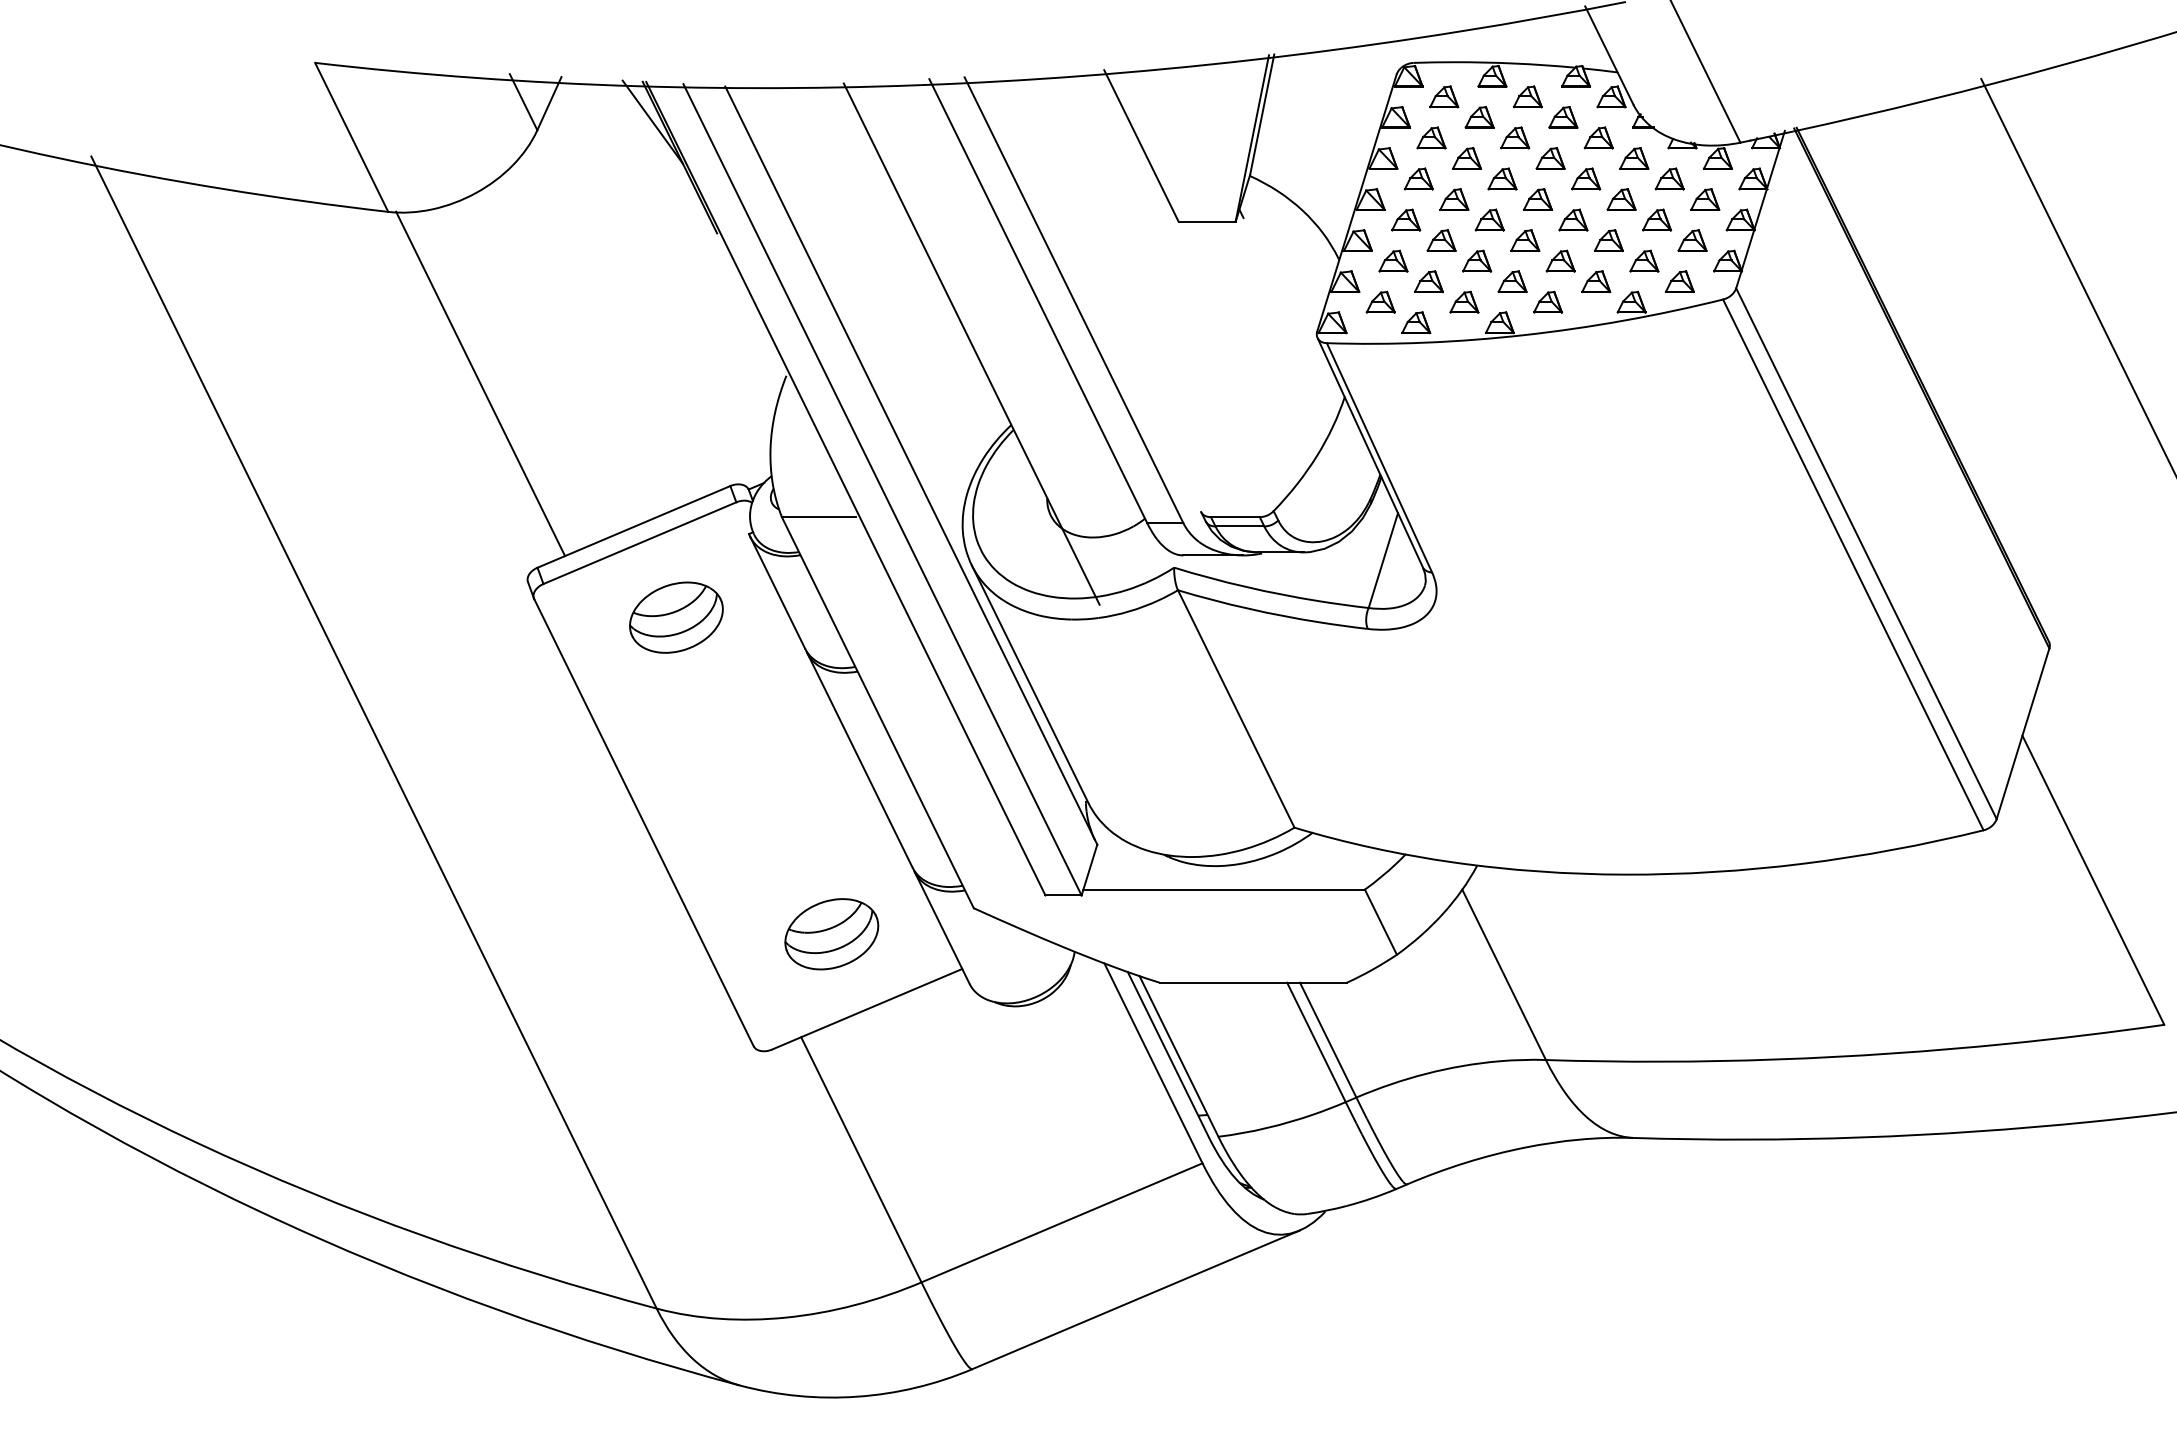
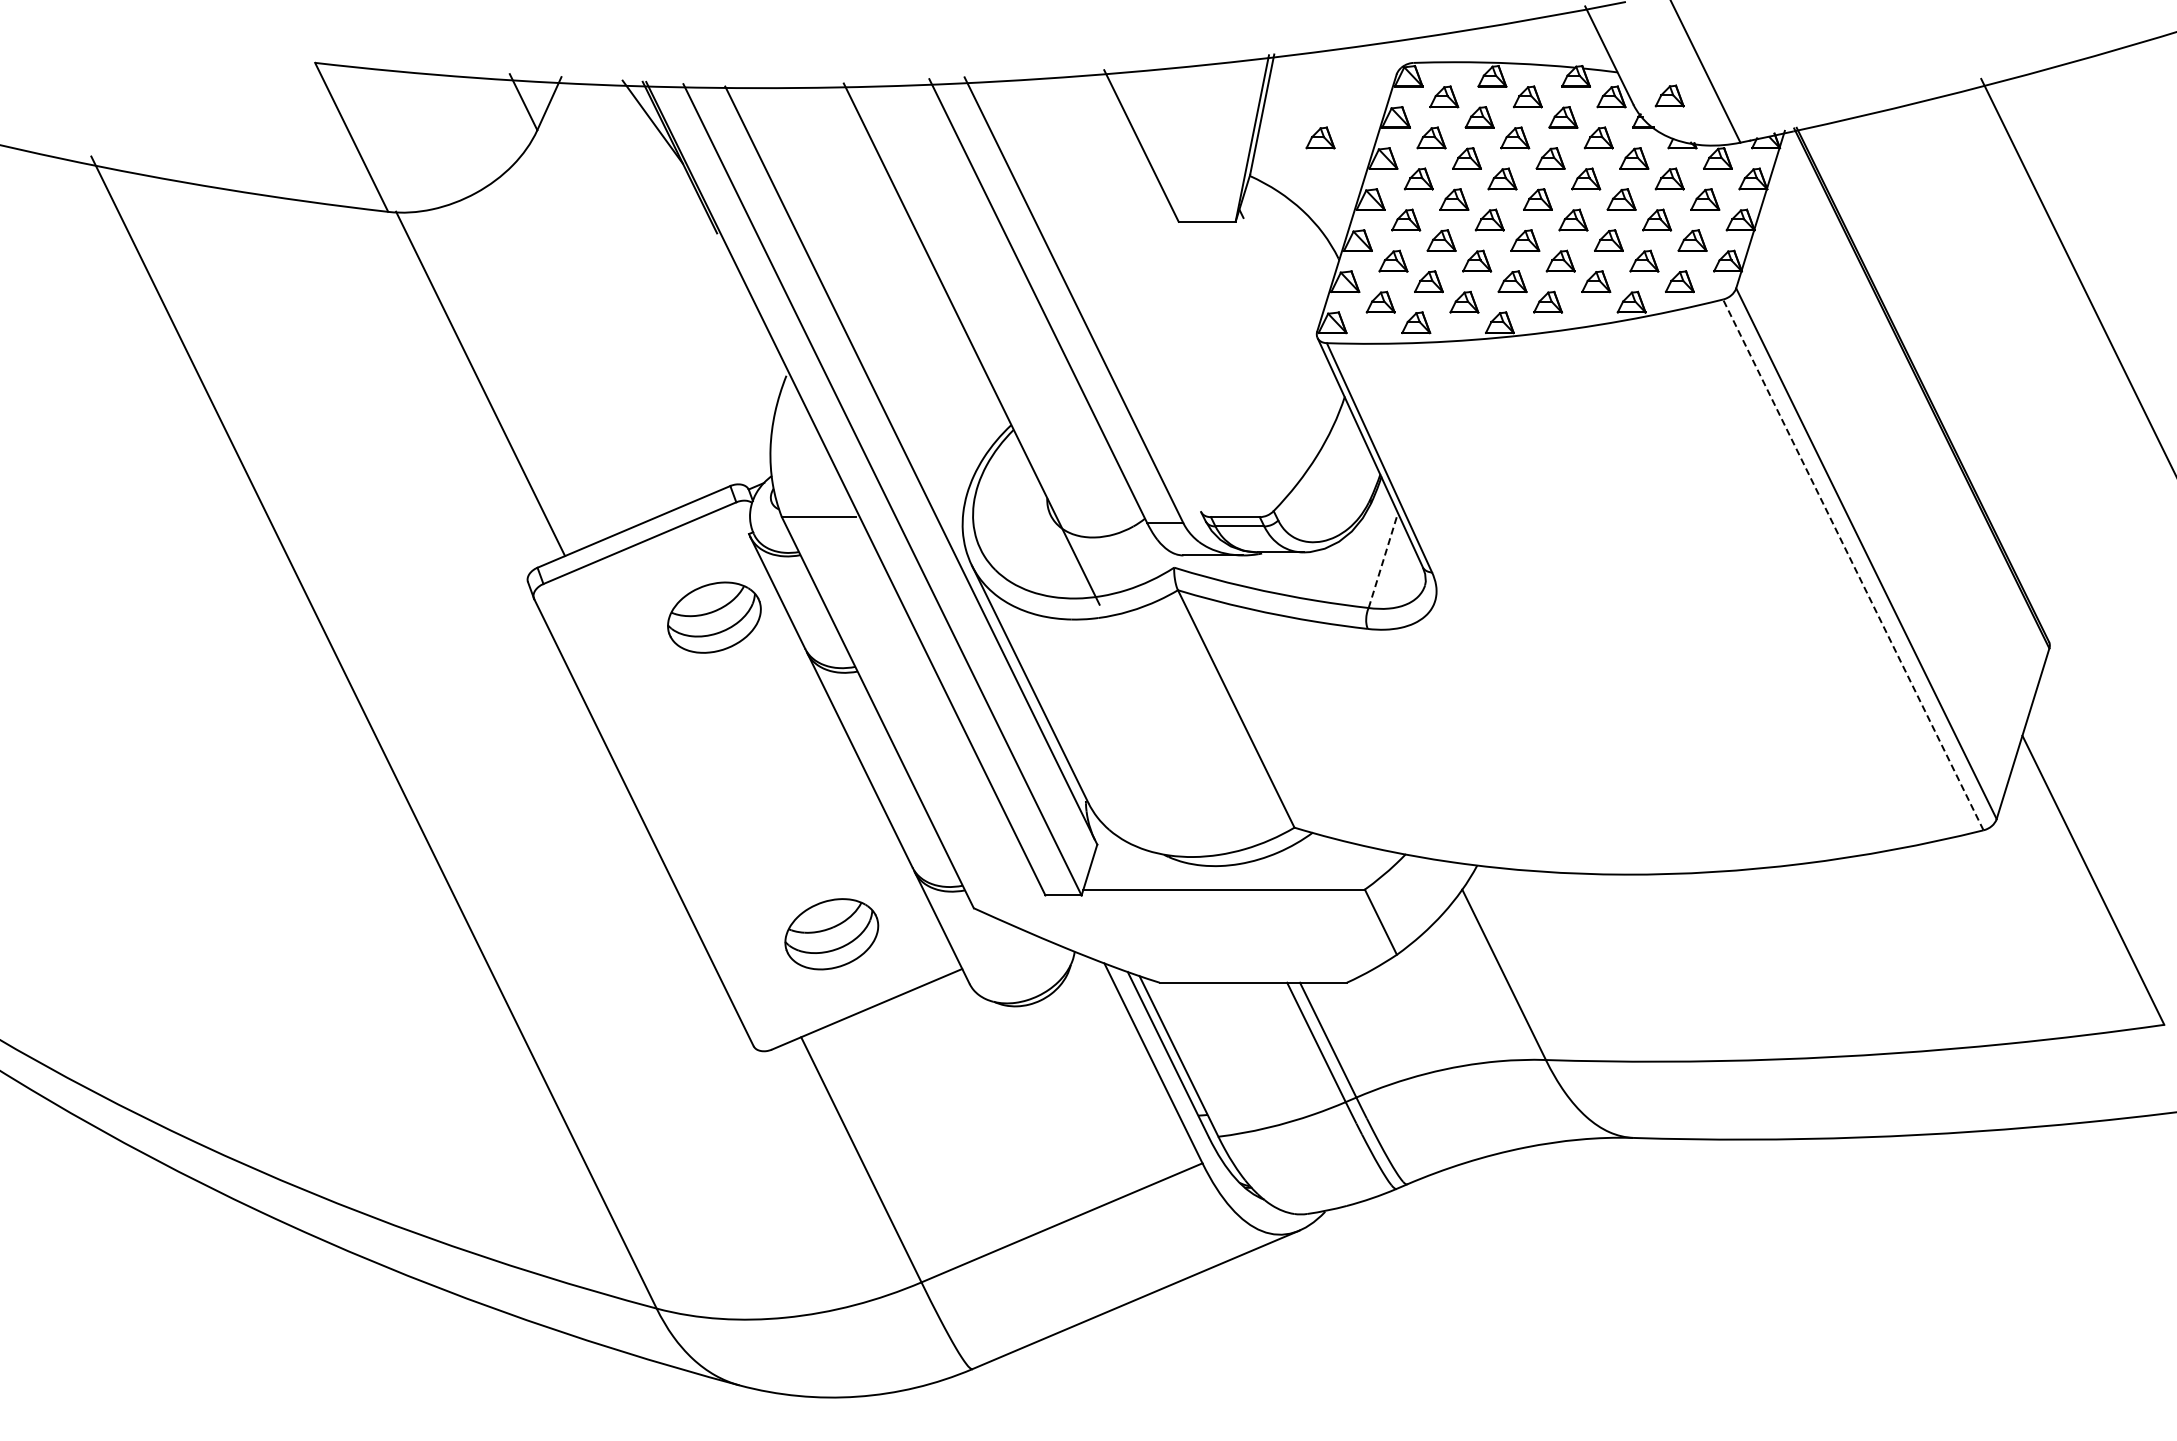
part at (1669, 95): none -> present
part at (1320, 137): none -> present
line at (1383, 560): solid -> dashed
line at (1853, 564): solid -> dashed
part at (676, 617) position: (676, 617) -> (714, 617)
